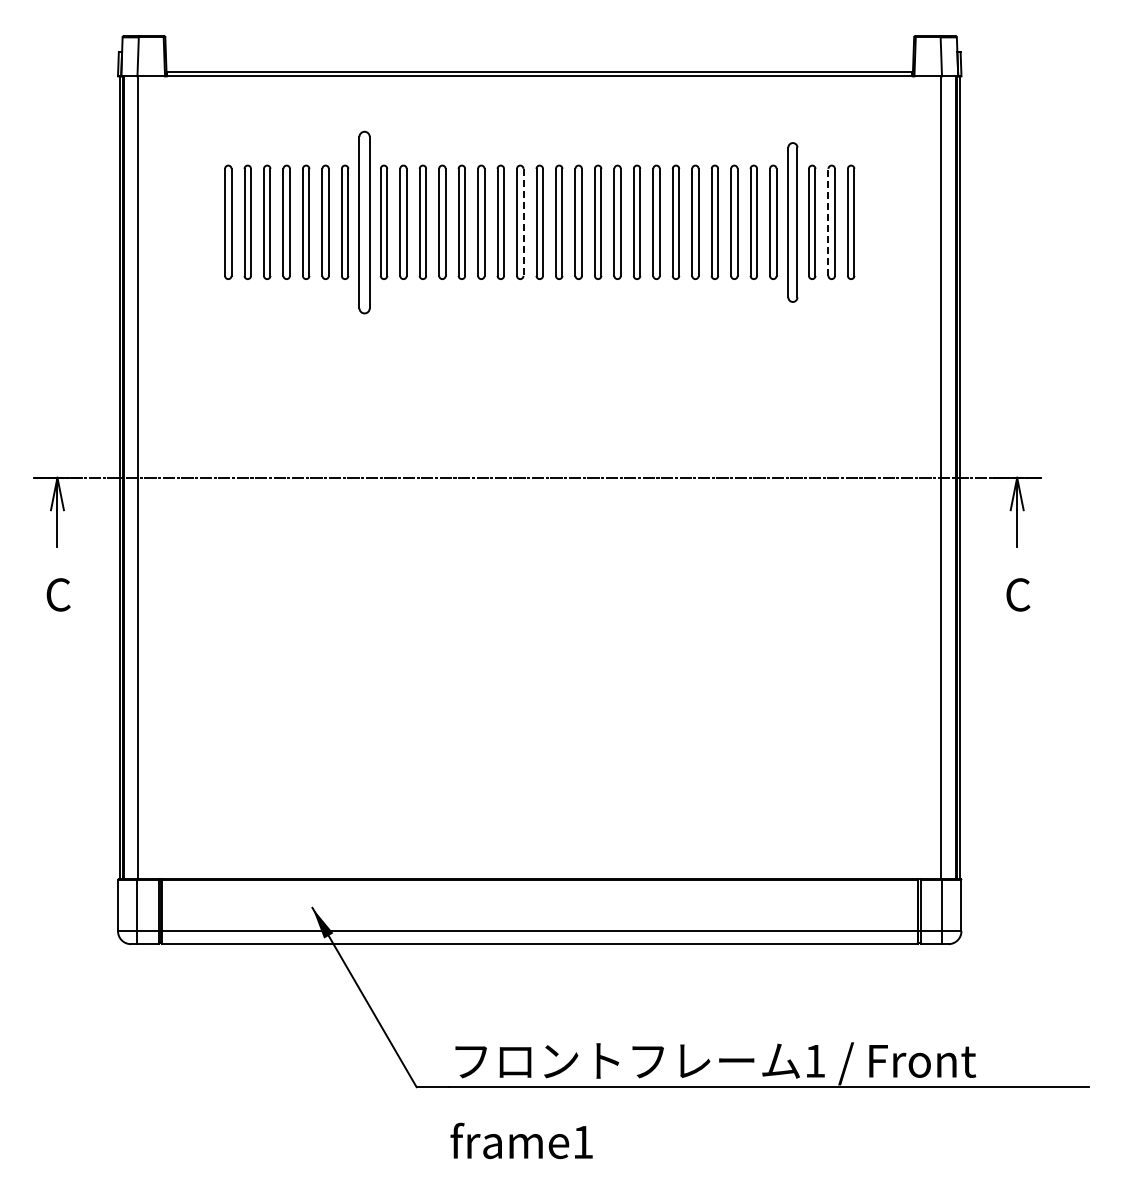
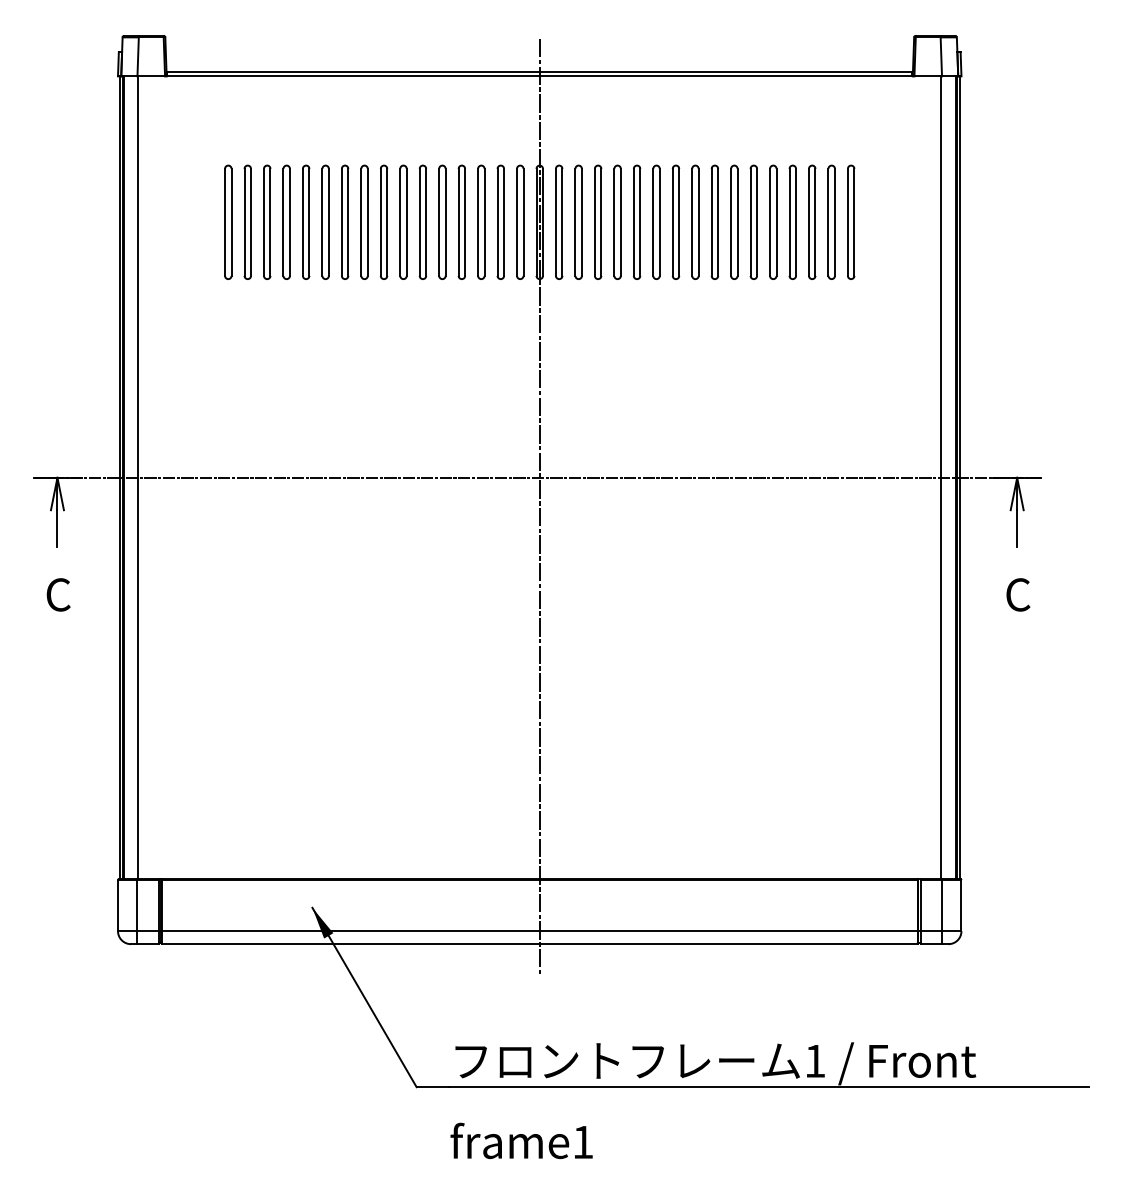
part at (364, 222) size: 13x185 px -> 9x116 px
line at (523, 222): dashed -> solid
part at (792, 222) size: 12x161 px -> 9x116 px
line at (828, 222): dashed -> solid
line at (539, 507): none -> present
